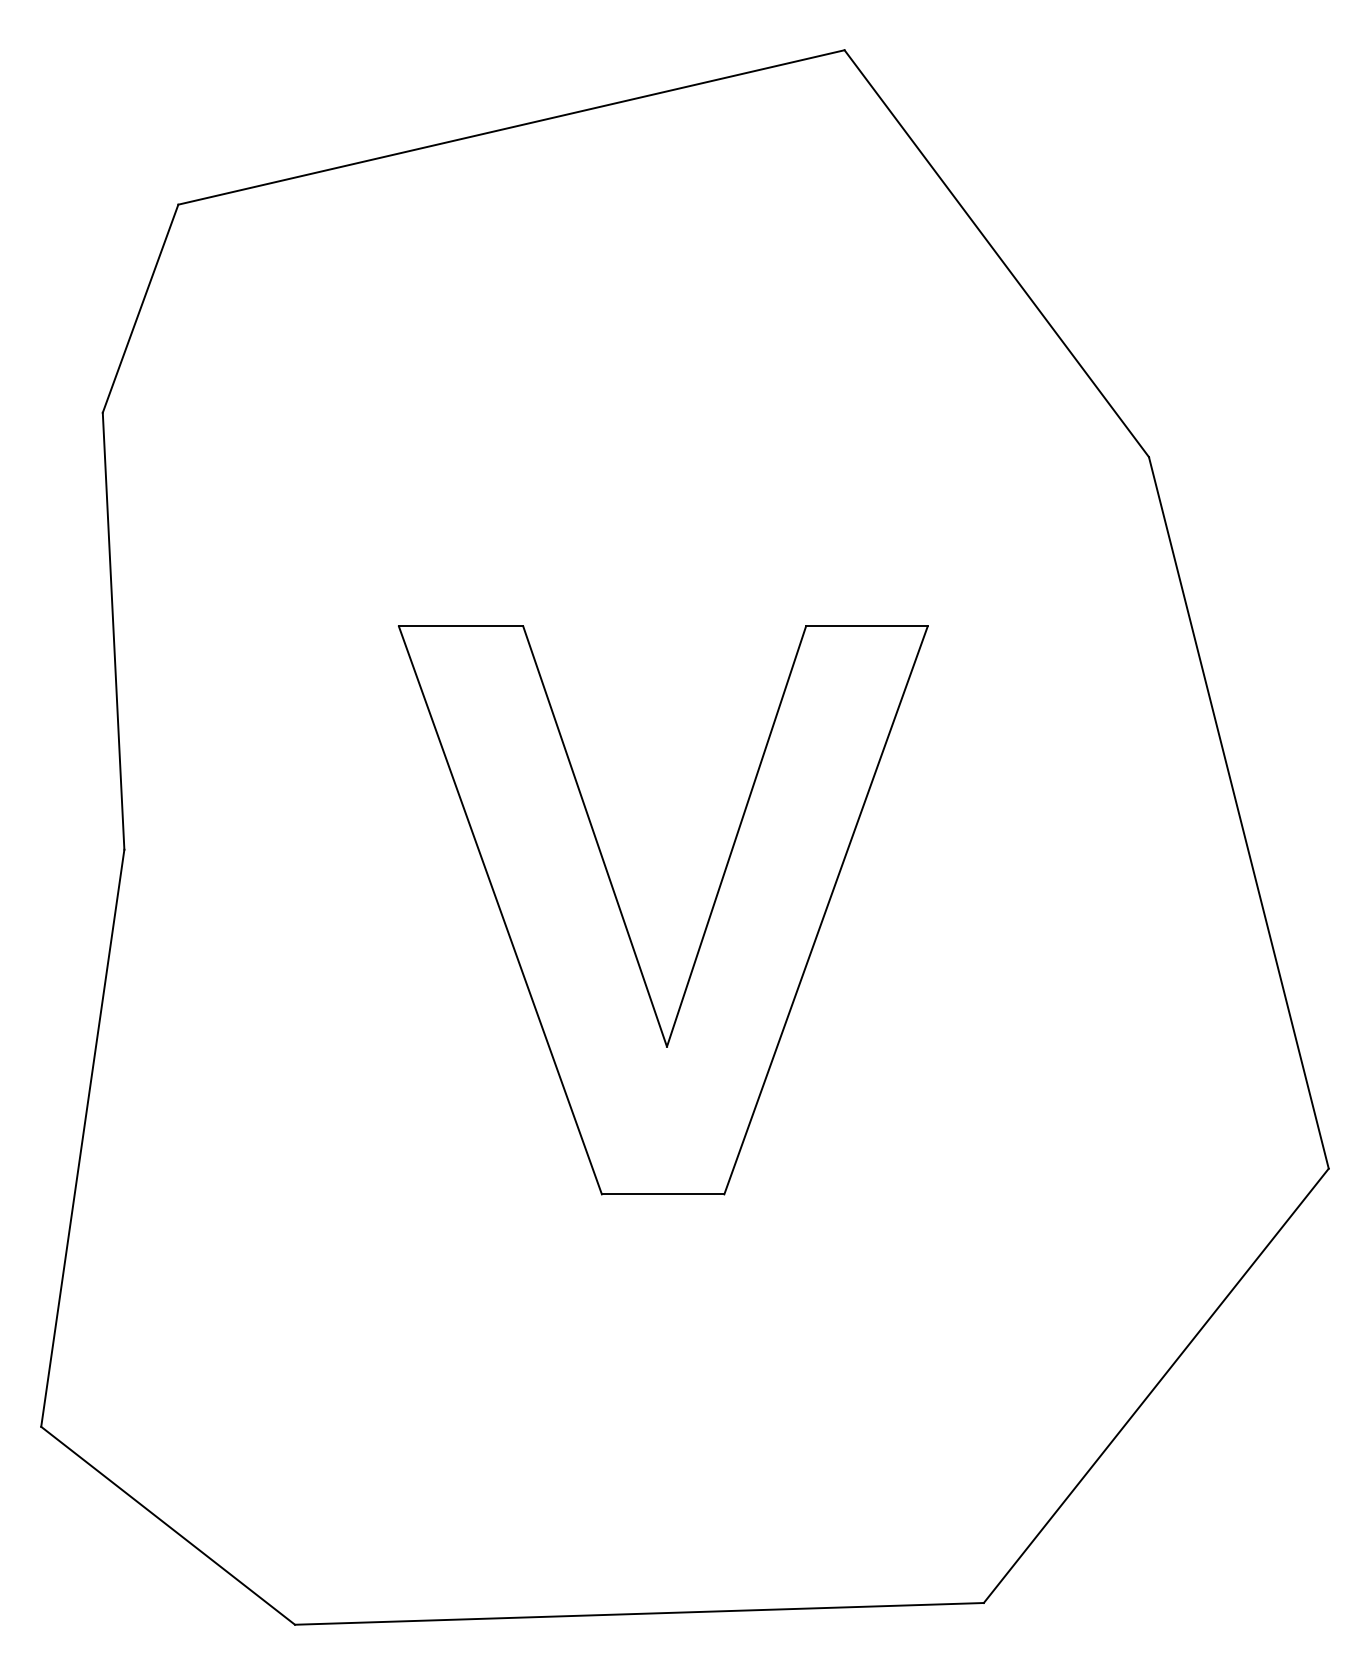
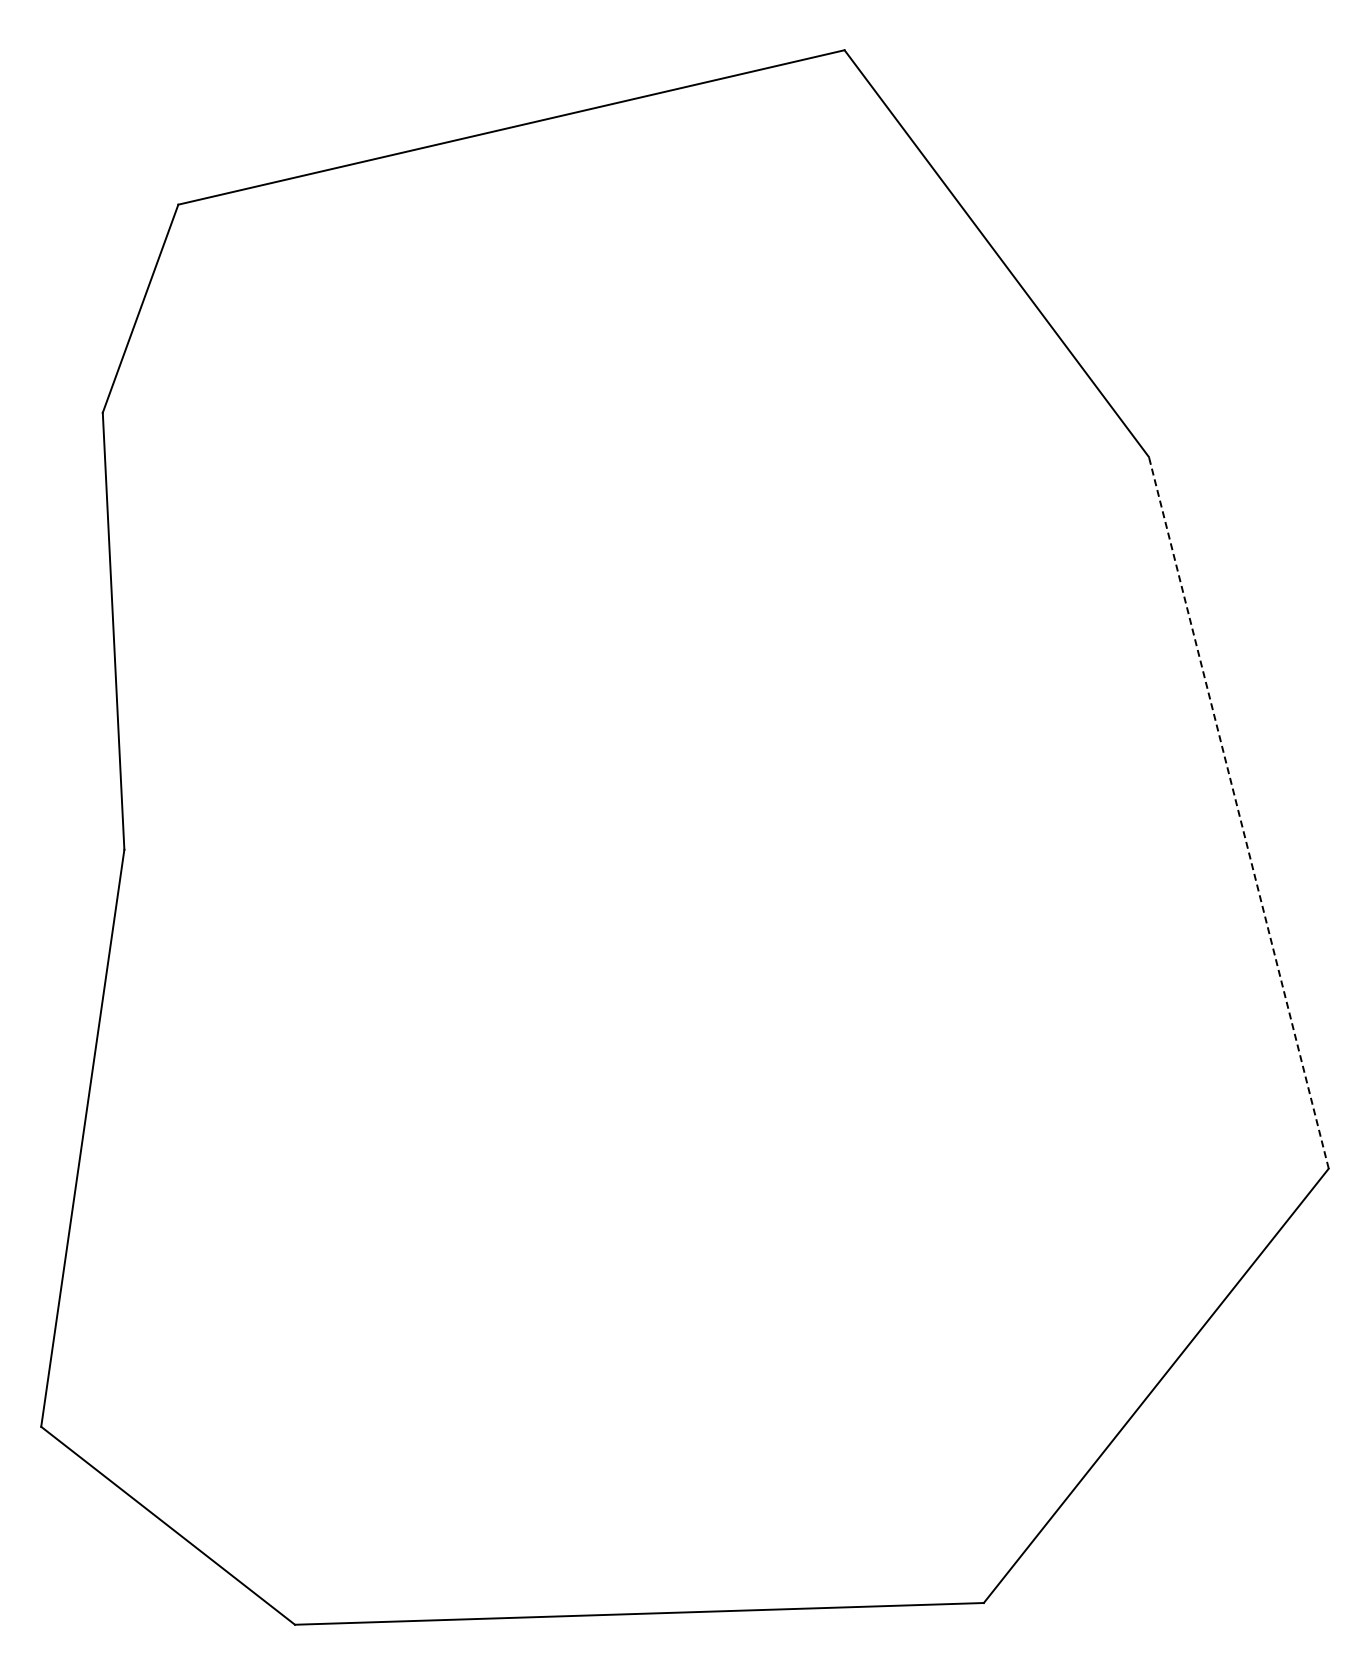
line at (1238, 812): solid -> dashed
part at (625, 921): present -> none
